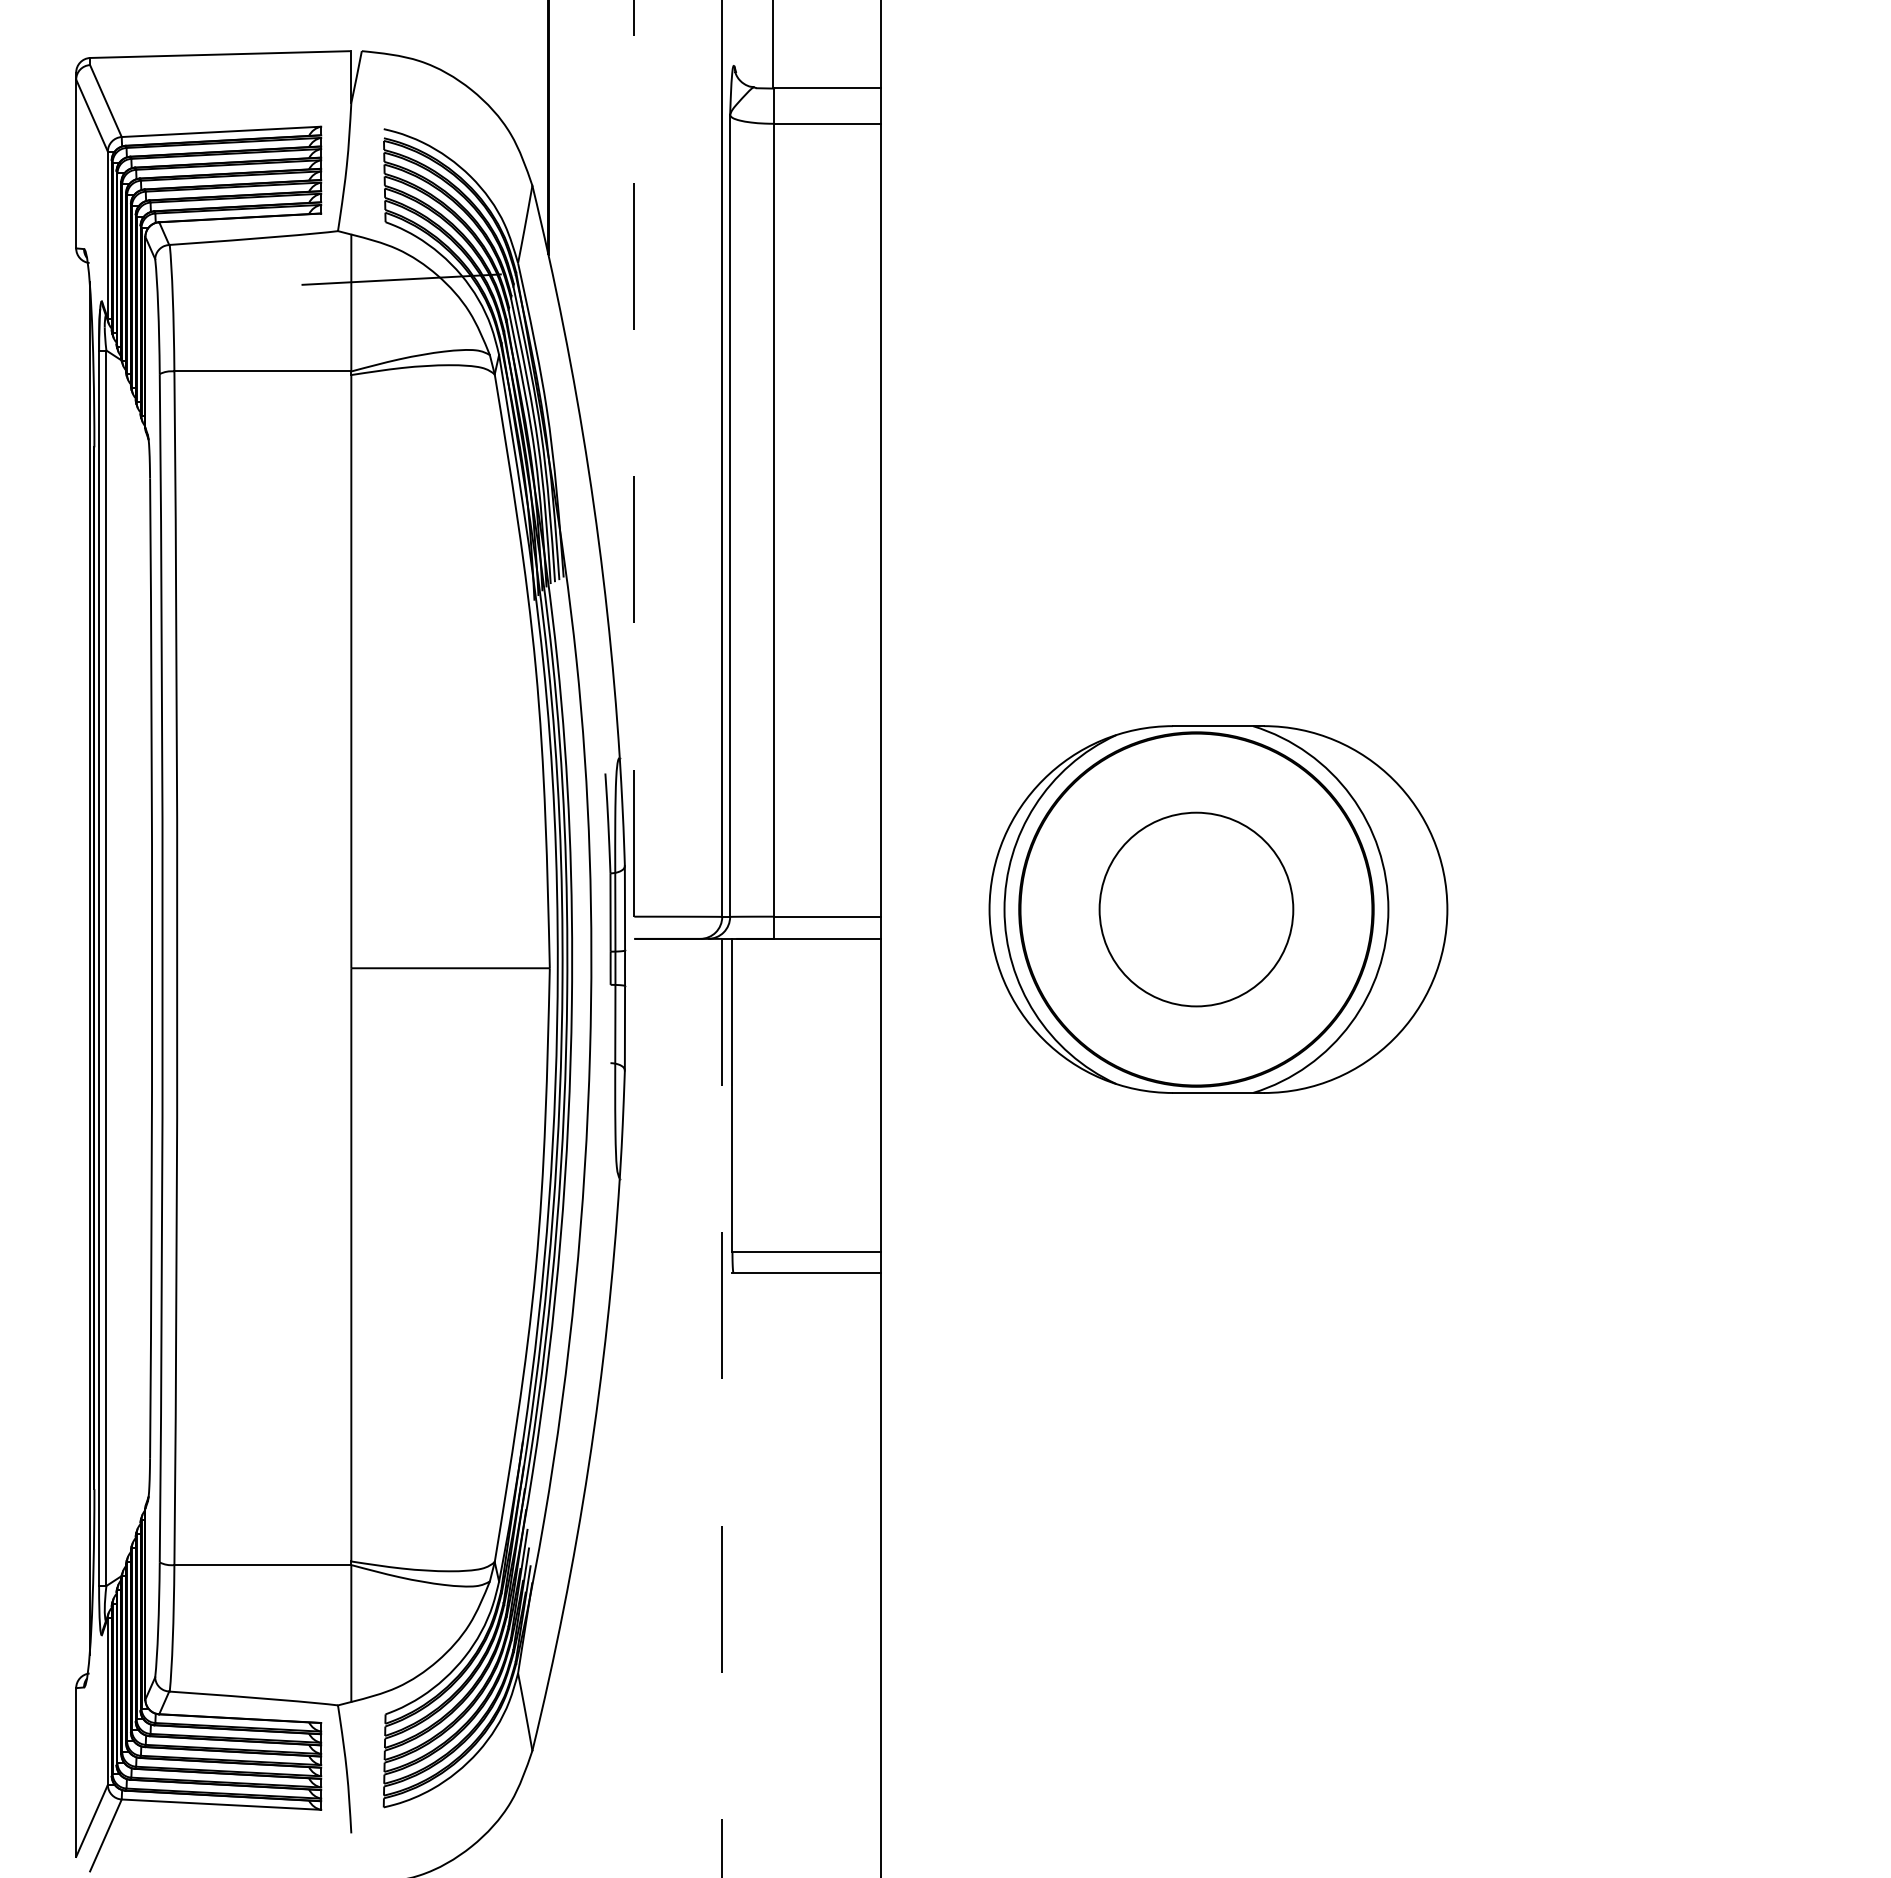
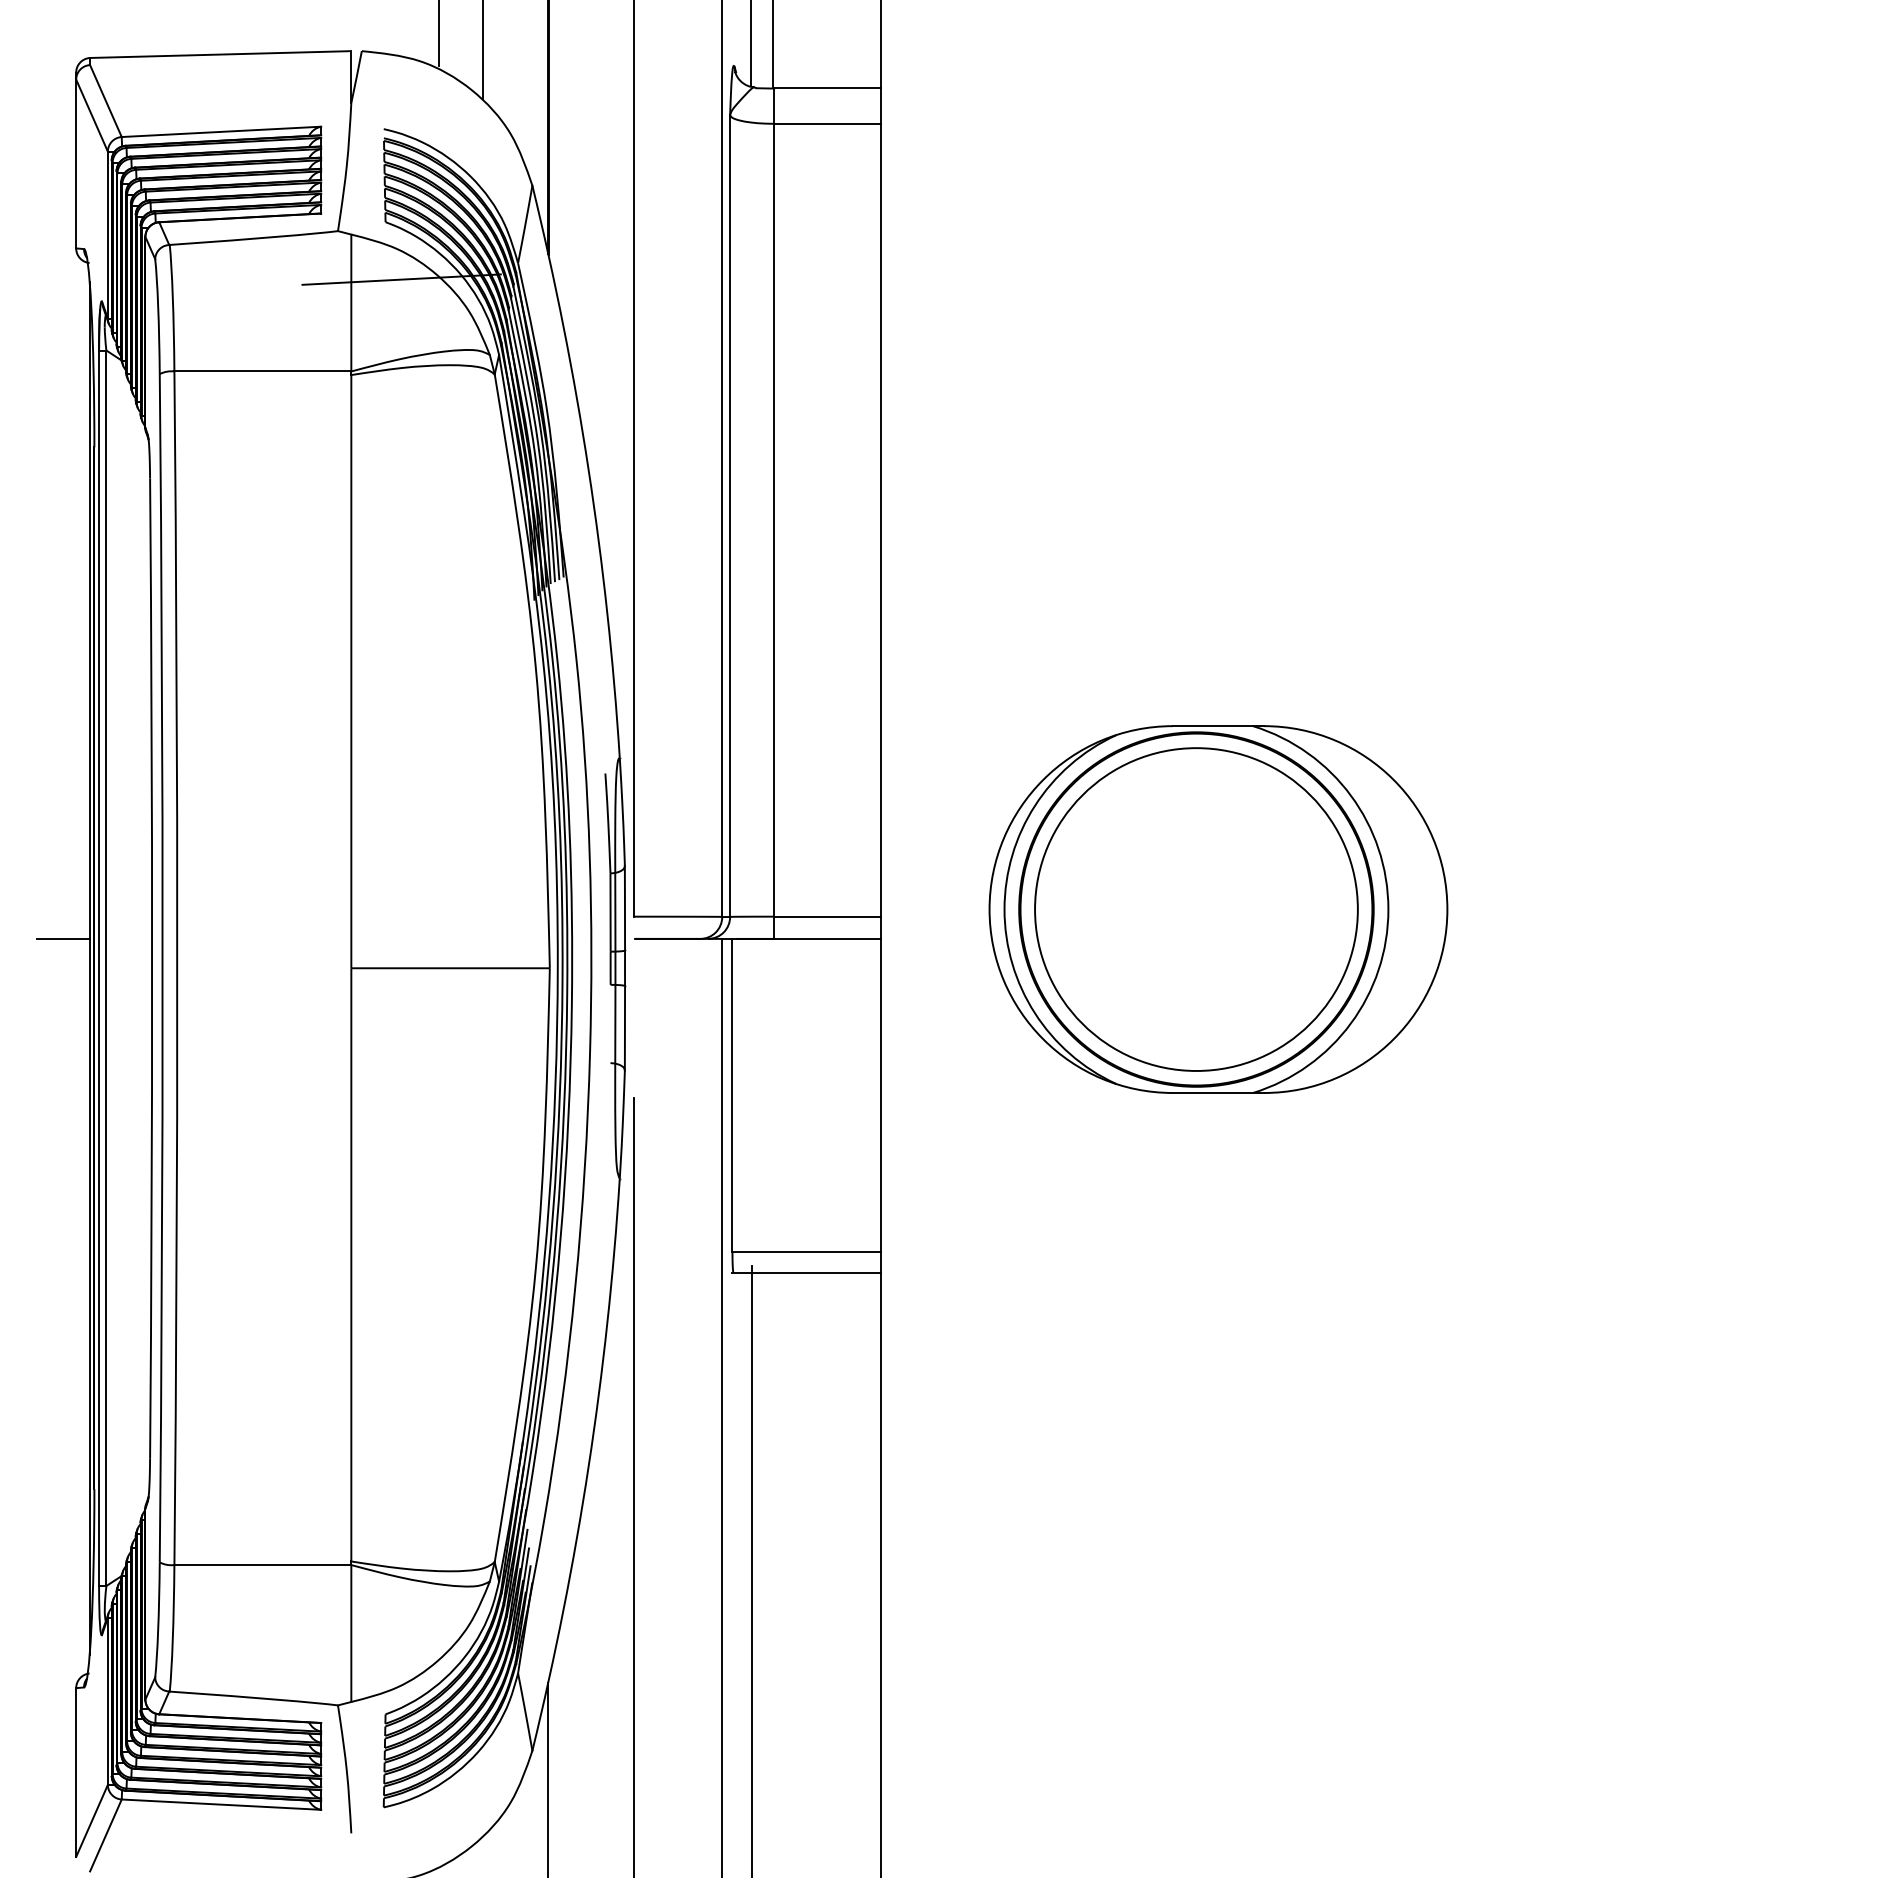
line at (439, 34): none -> present
line at (751, 44): none -> present
line at (483, 50): none -> present
line at (634, 458): dashed -> solid
circle at (1196, 909) diameter: 194 px -> 323 px
line at (63, 938): none -> present
line at (722, 1408): dashed -> solid
line at (634, 1486): none -> present
line at (752, 1570): none -> present
line at (548, 1778): none -> present
